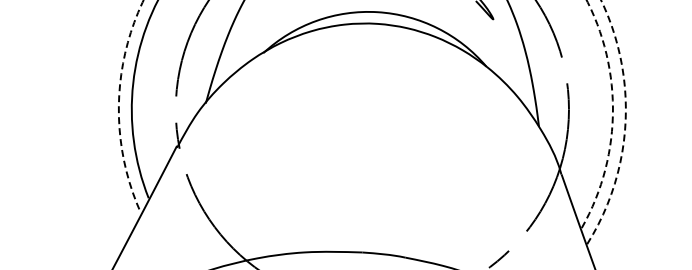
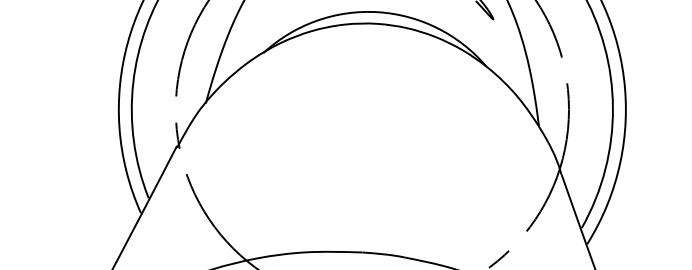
arc at (607, 15): dashed -> solid
arc at (612, 114): dashed -> solid
